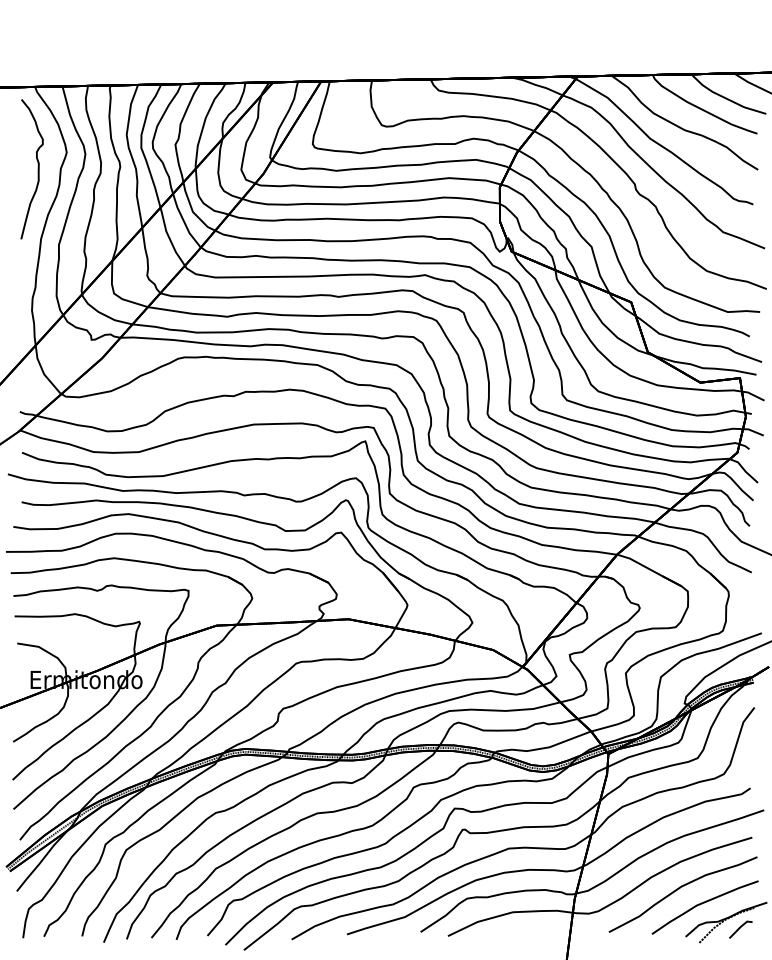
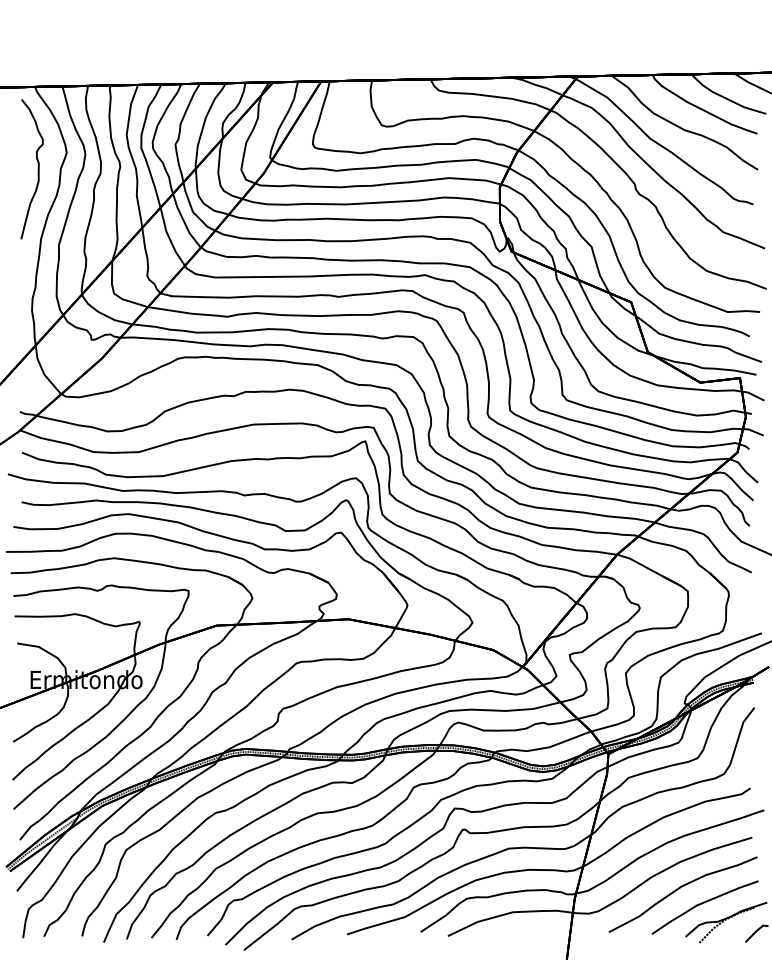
part at (740, 929) position: (740, 929) -> (756, 933)
